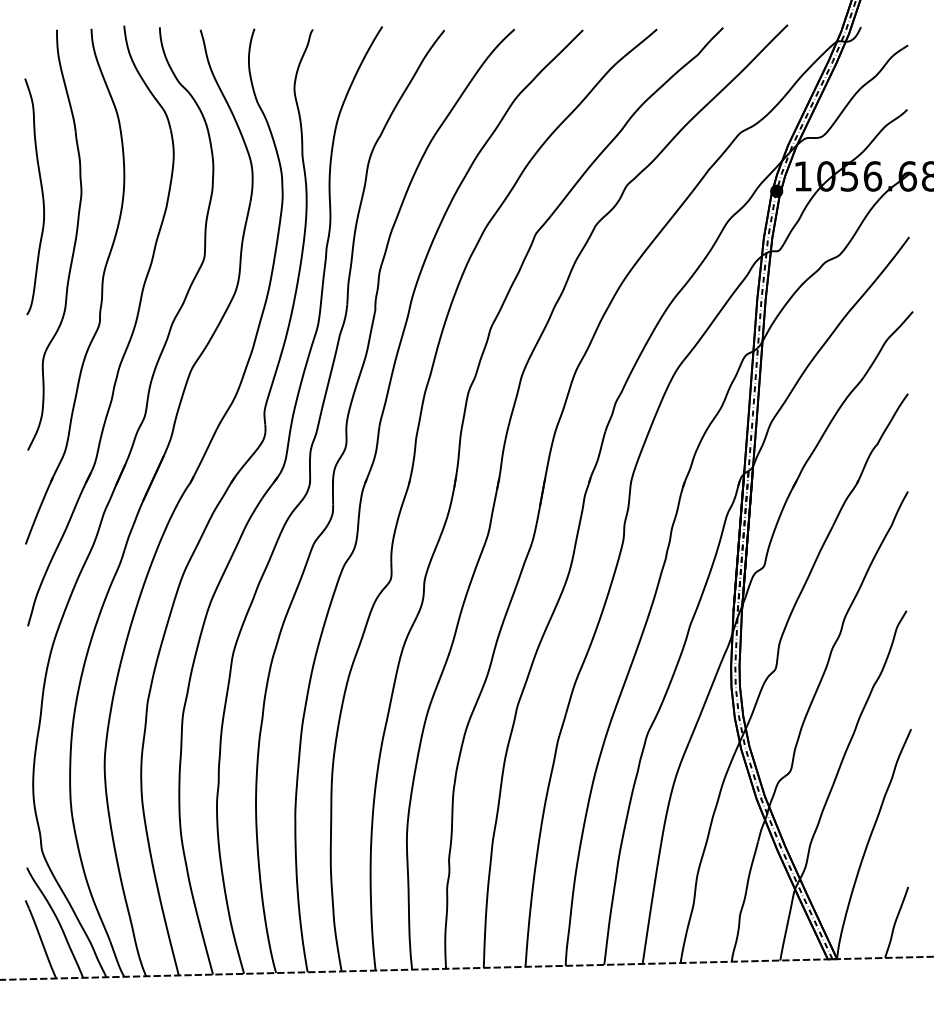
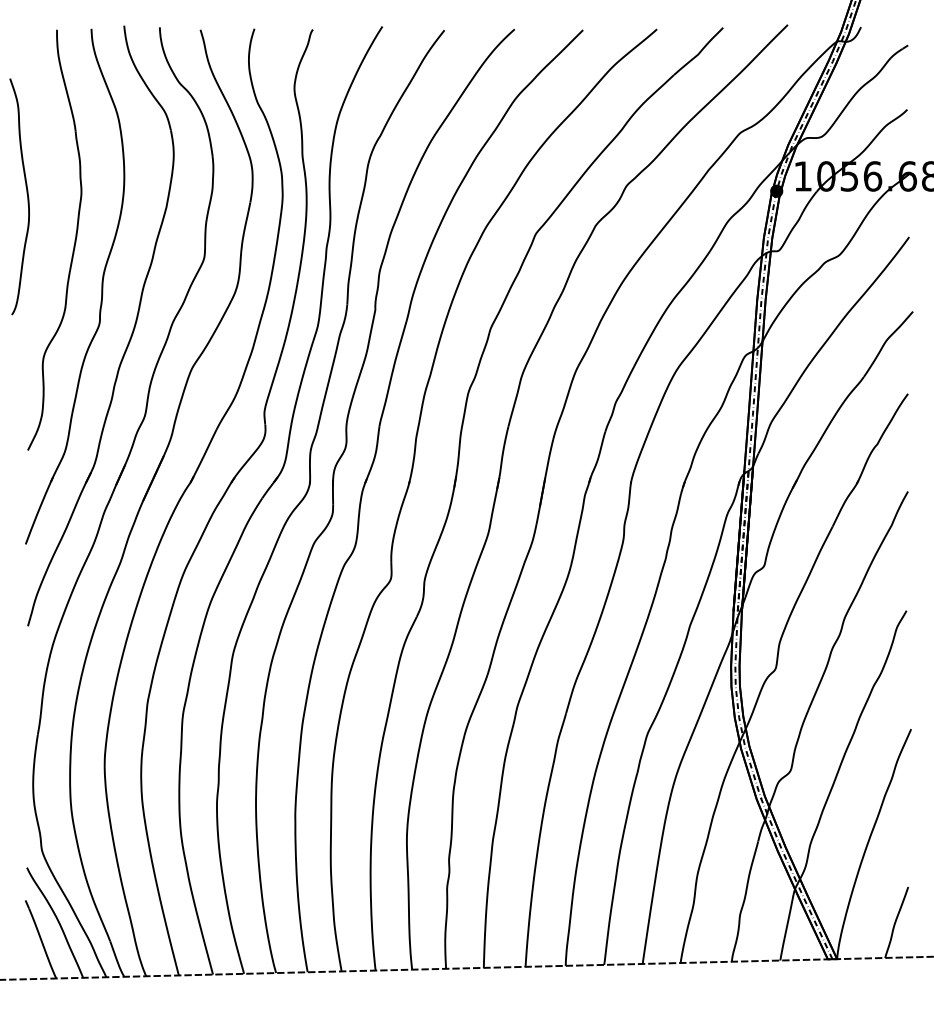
curve at (41, 193) position: (41, 193) -> (26, 193)
